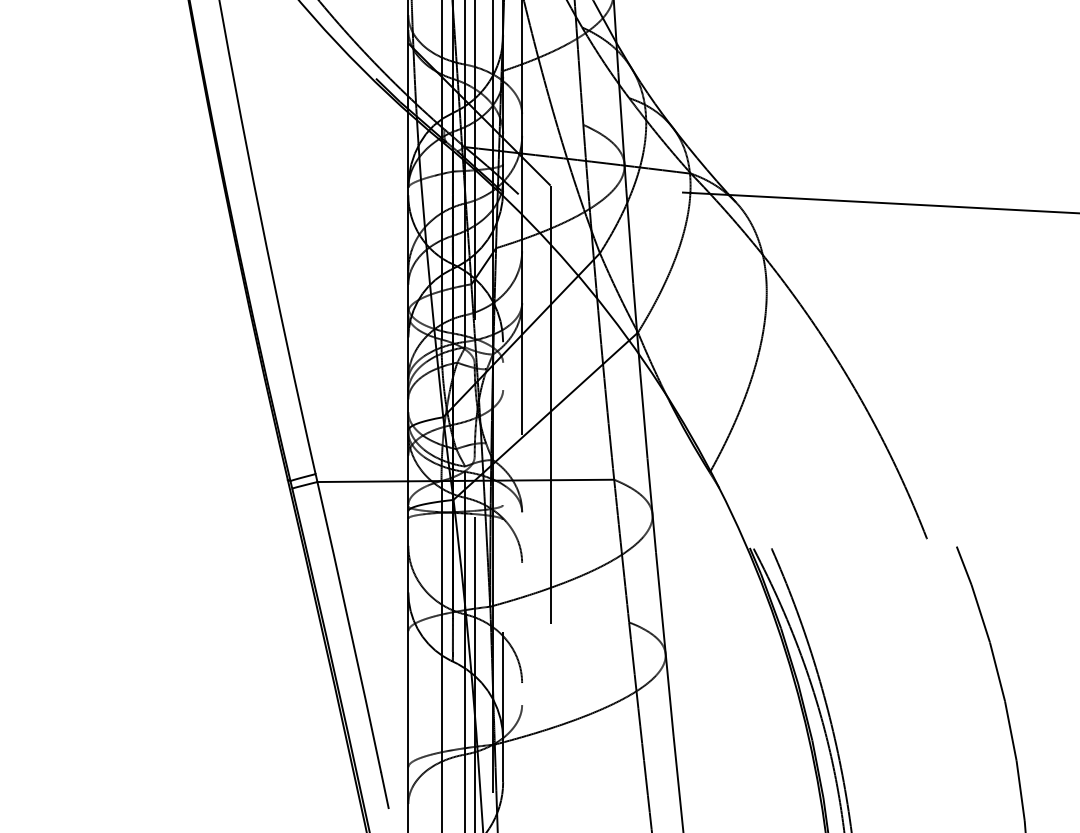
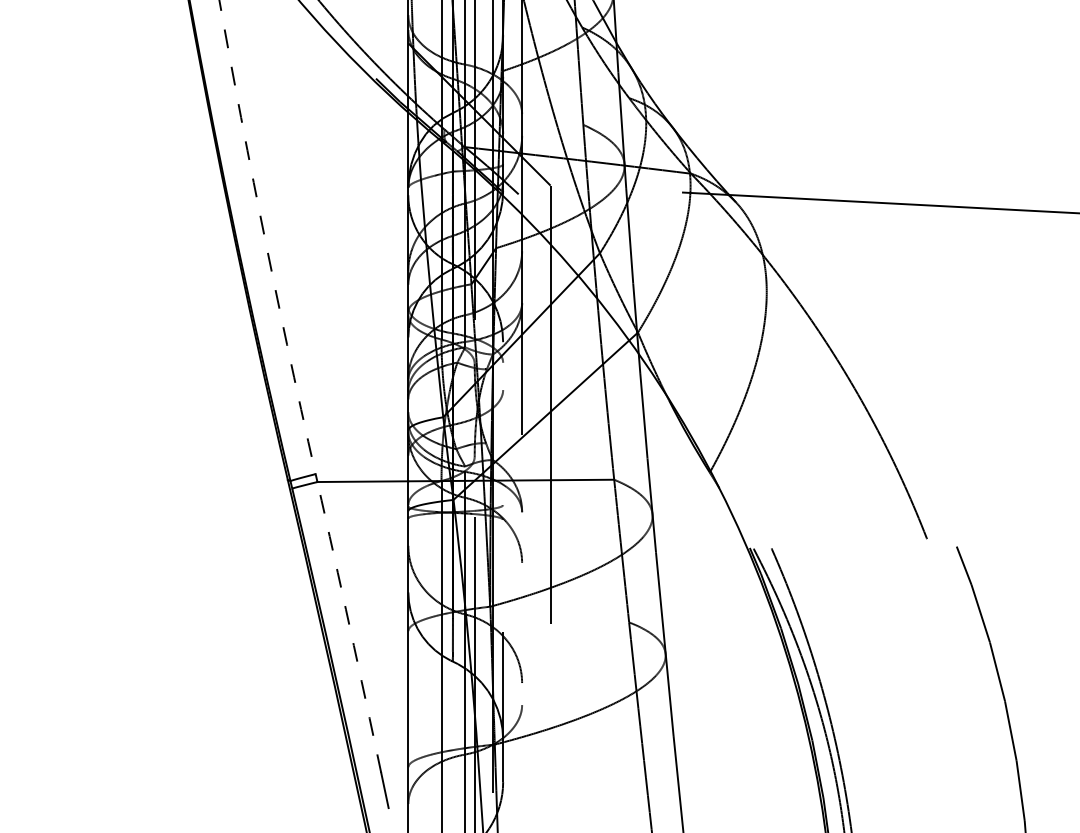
arc at (264, 237): solid -> dashed
arc at (349, 627): solid -> dashed
